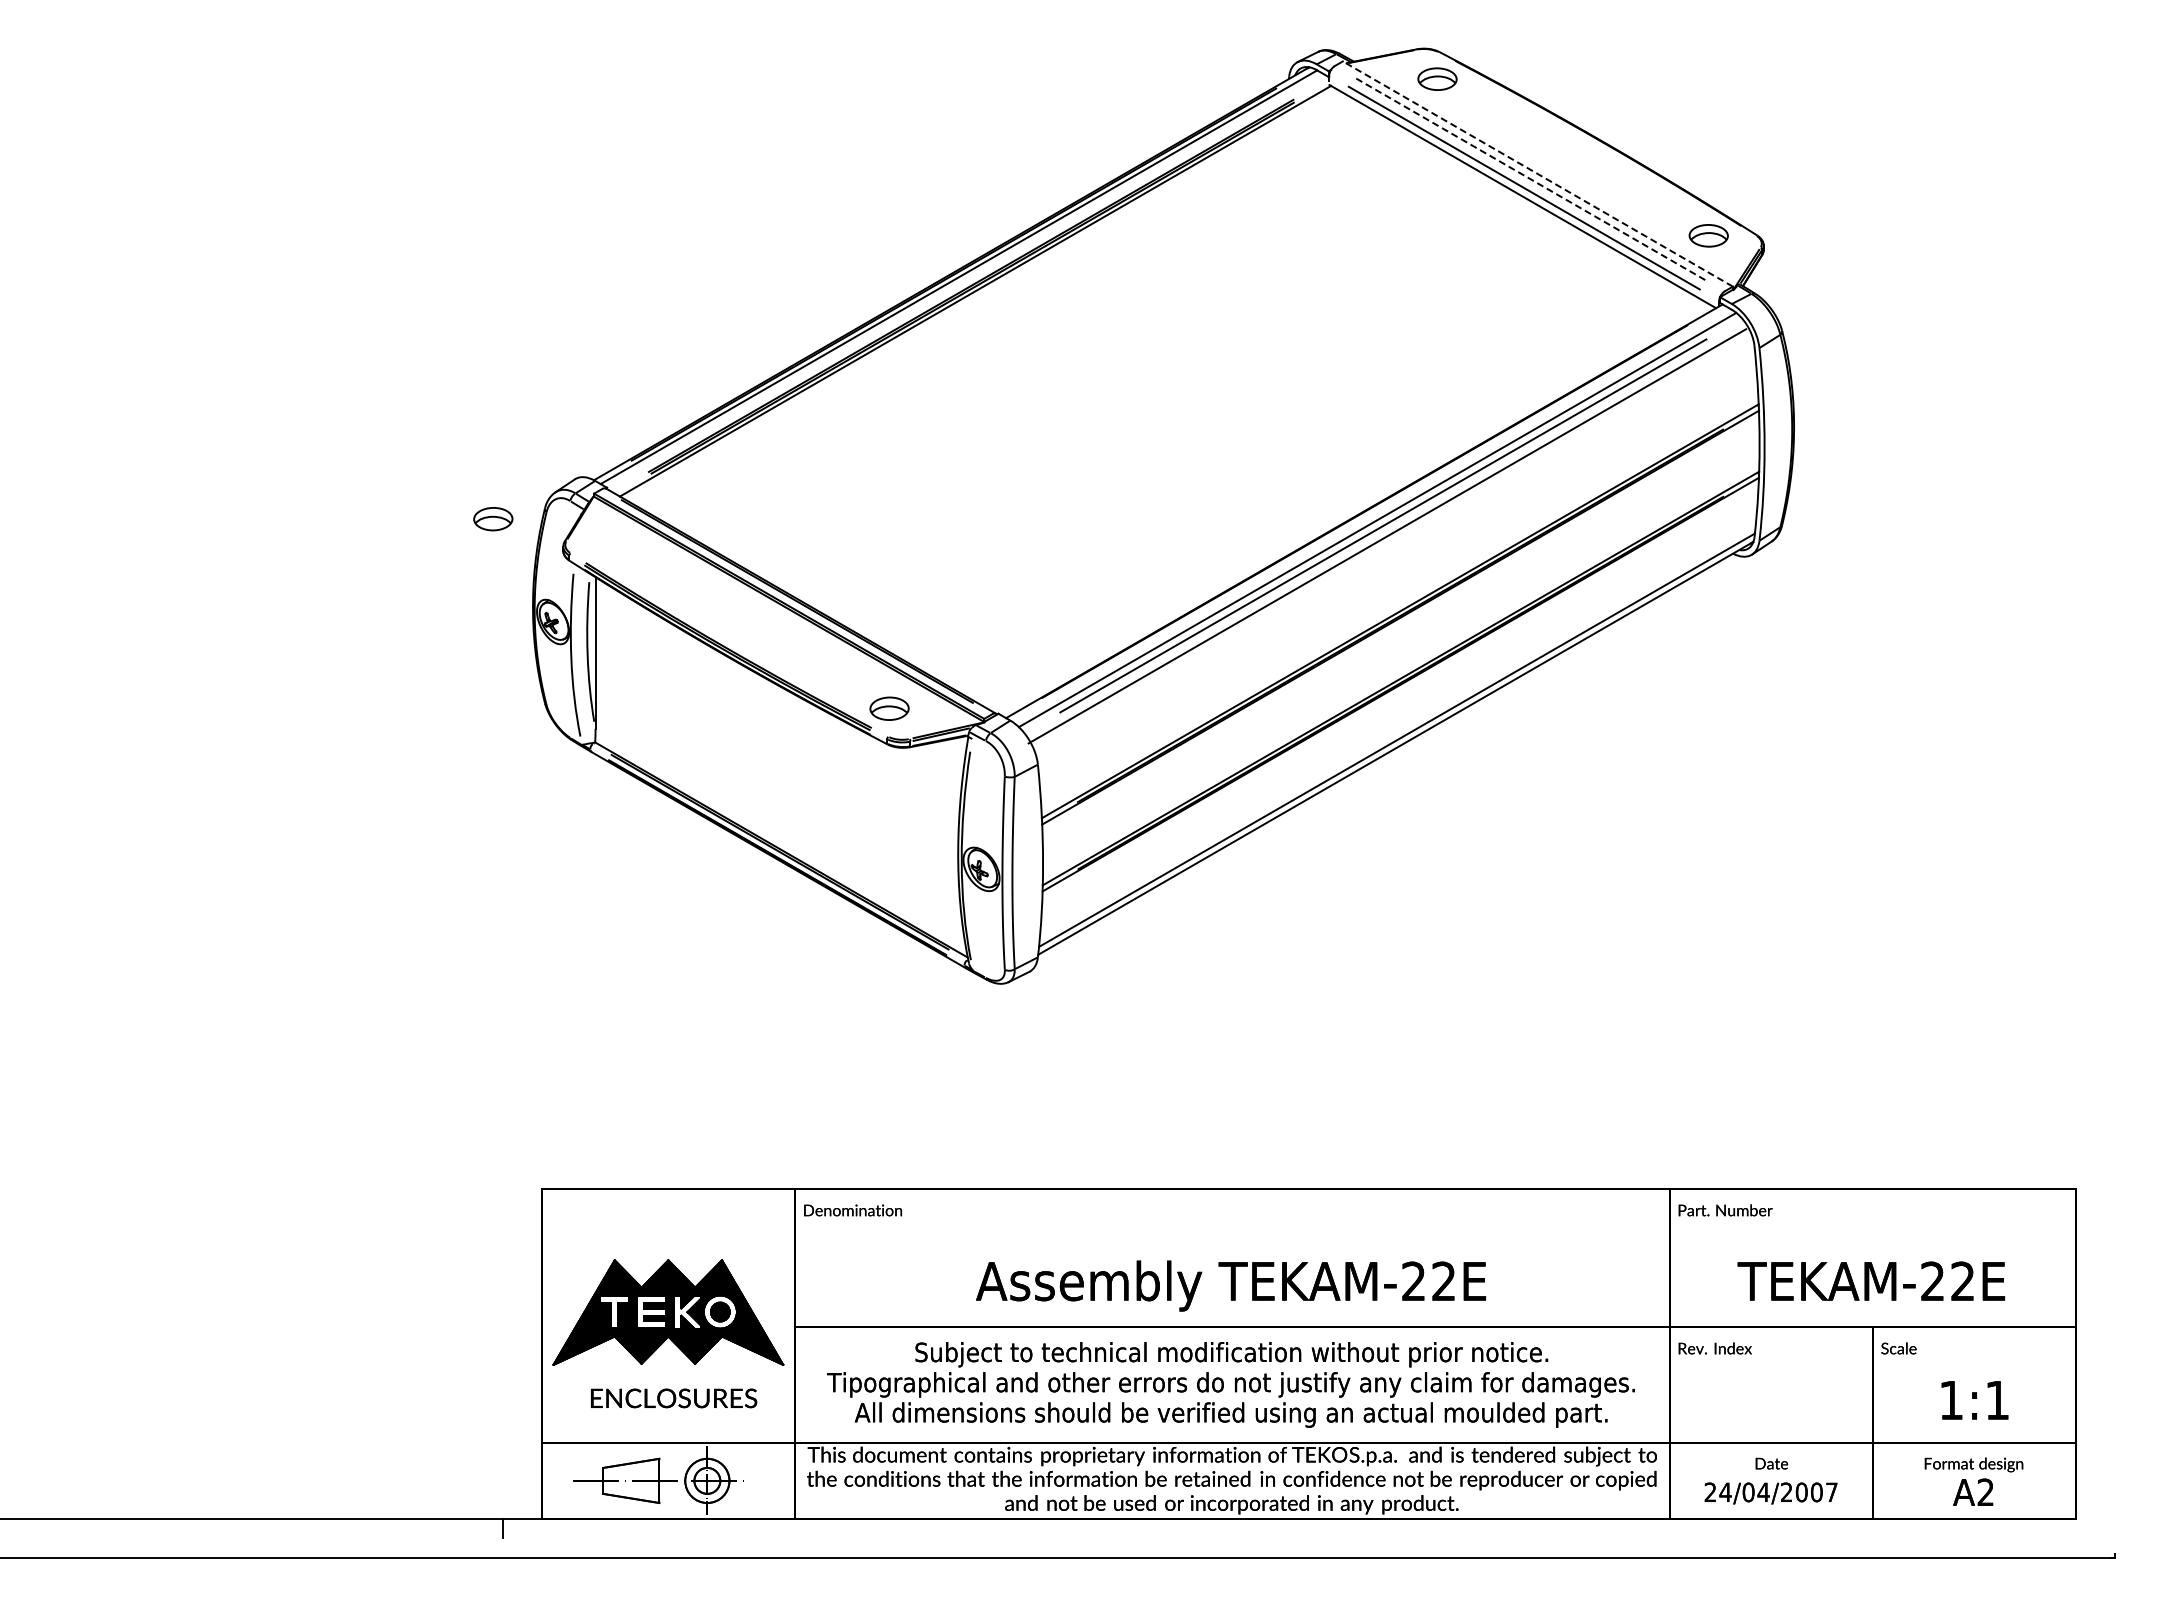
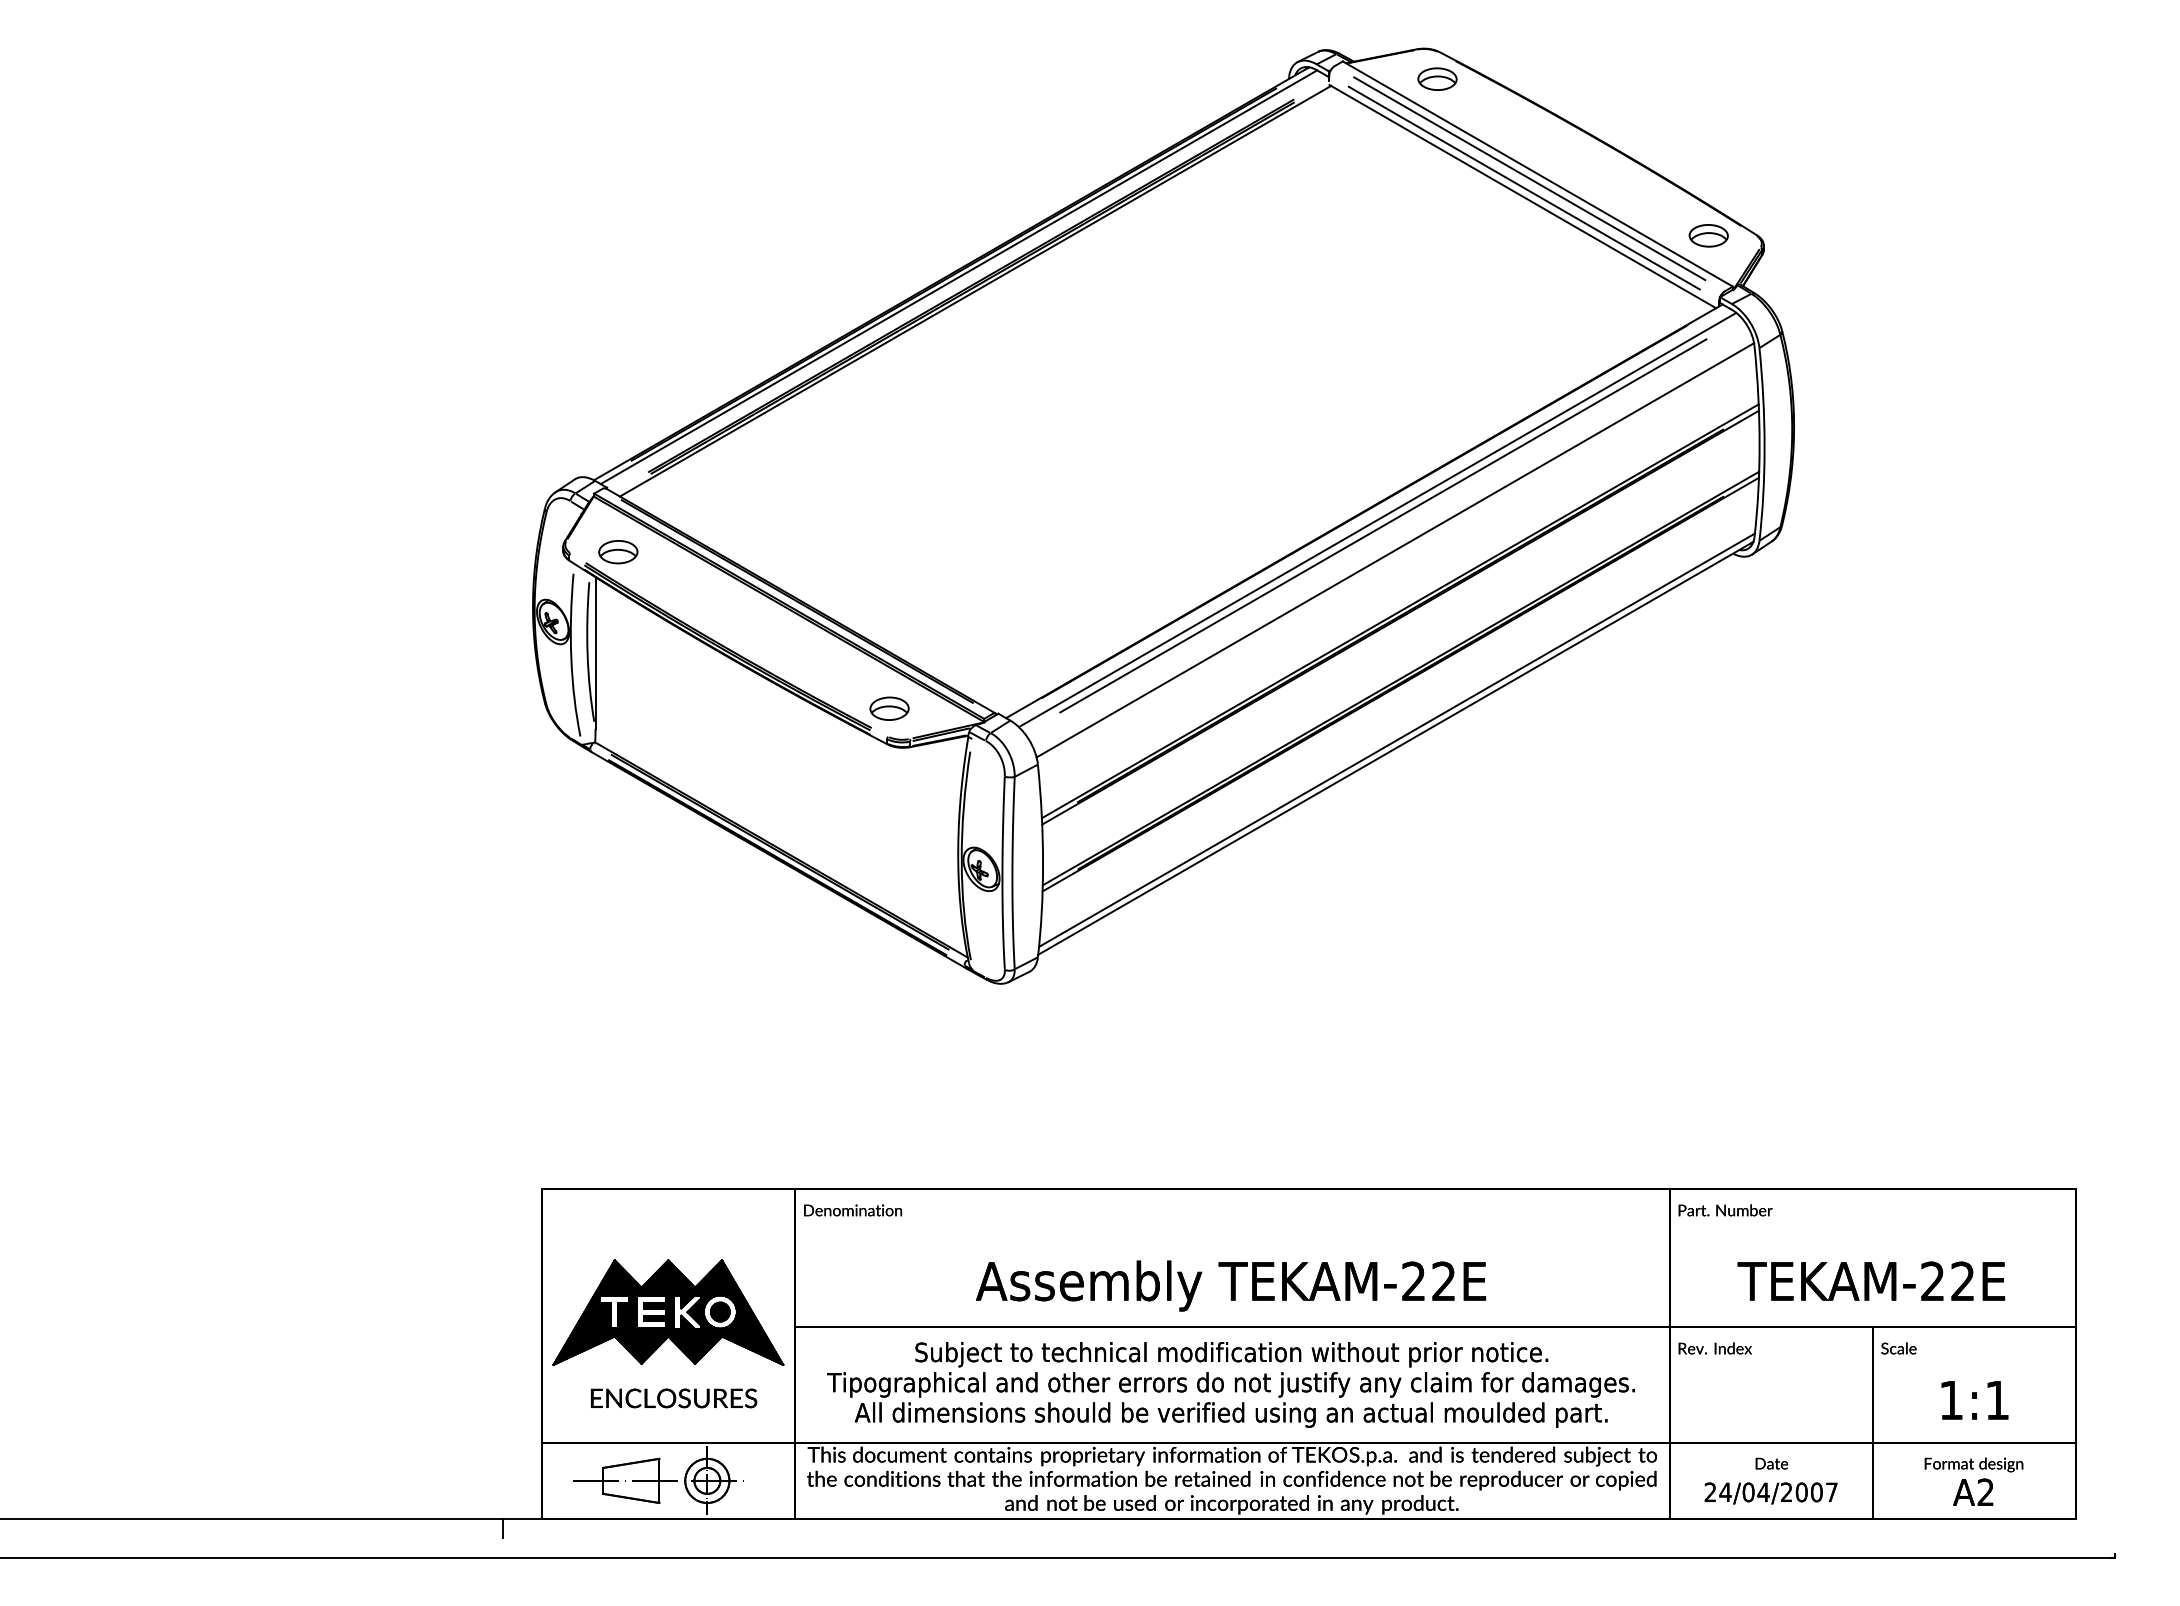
line at (1537, 173): dashed -> solid
line at (1529, 178): dashed -> solid
part at (493, 519) position: (493, 519) -> (618, 552)
line at (1387, 536) position: (1387, 536) -> (1395, 550)
